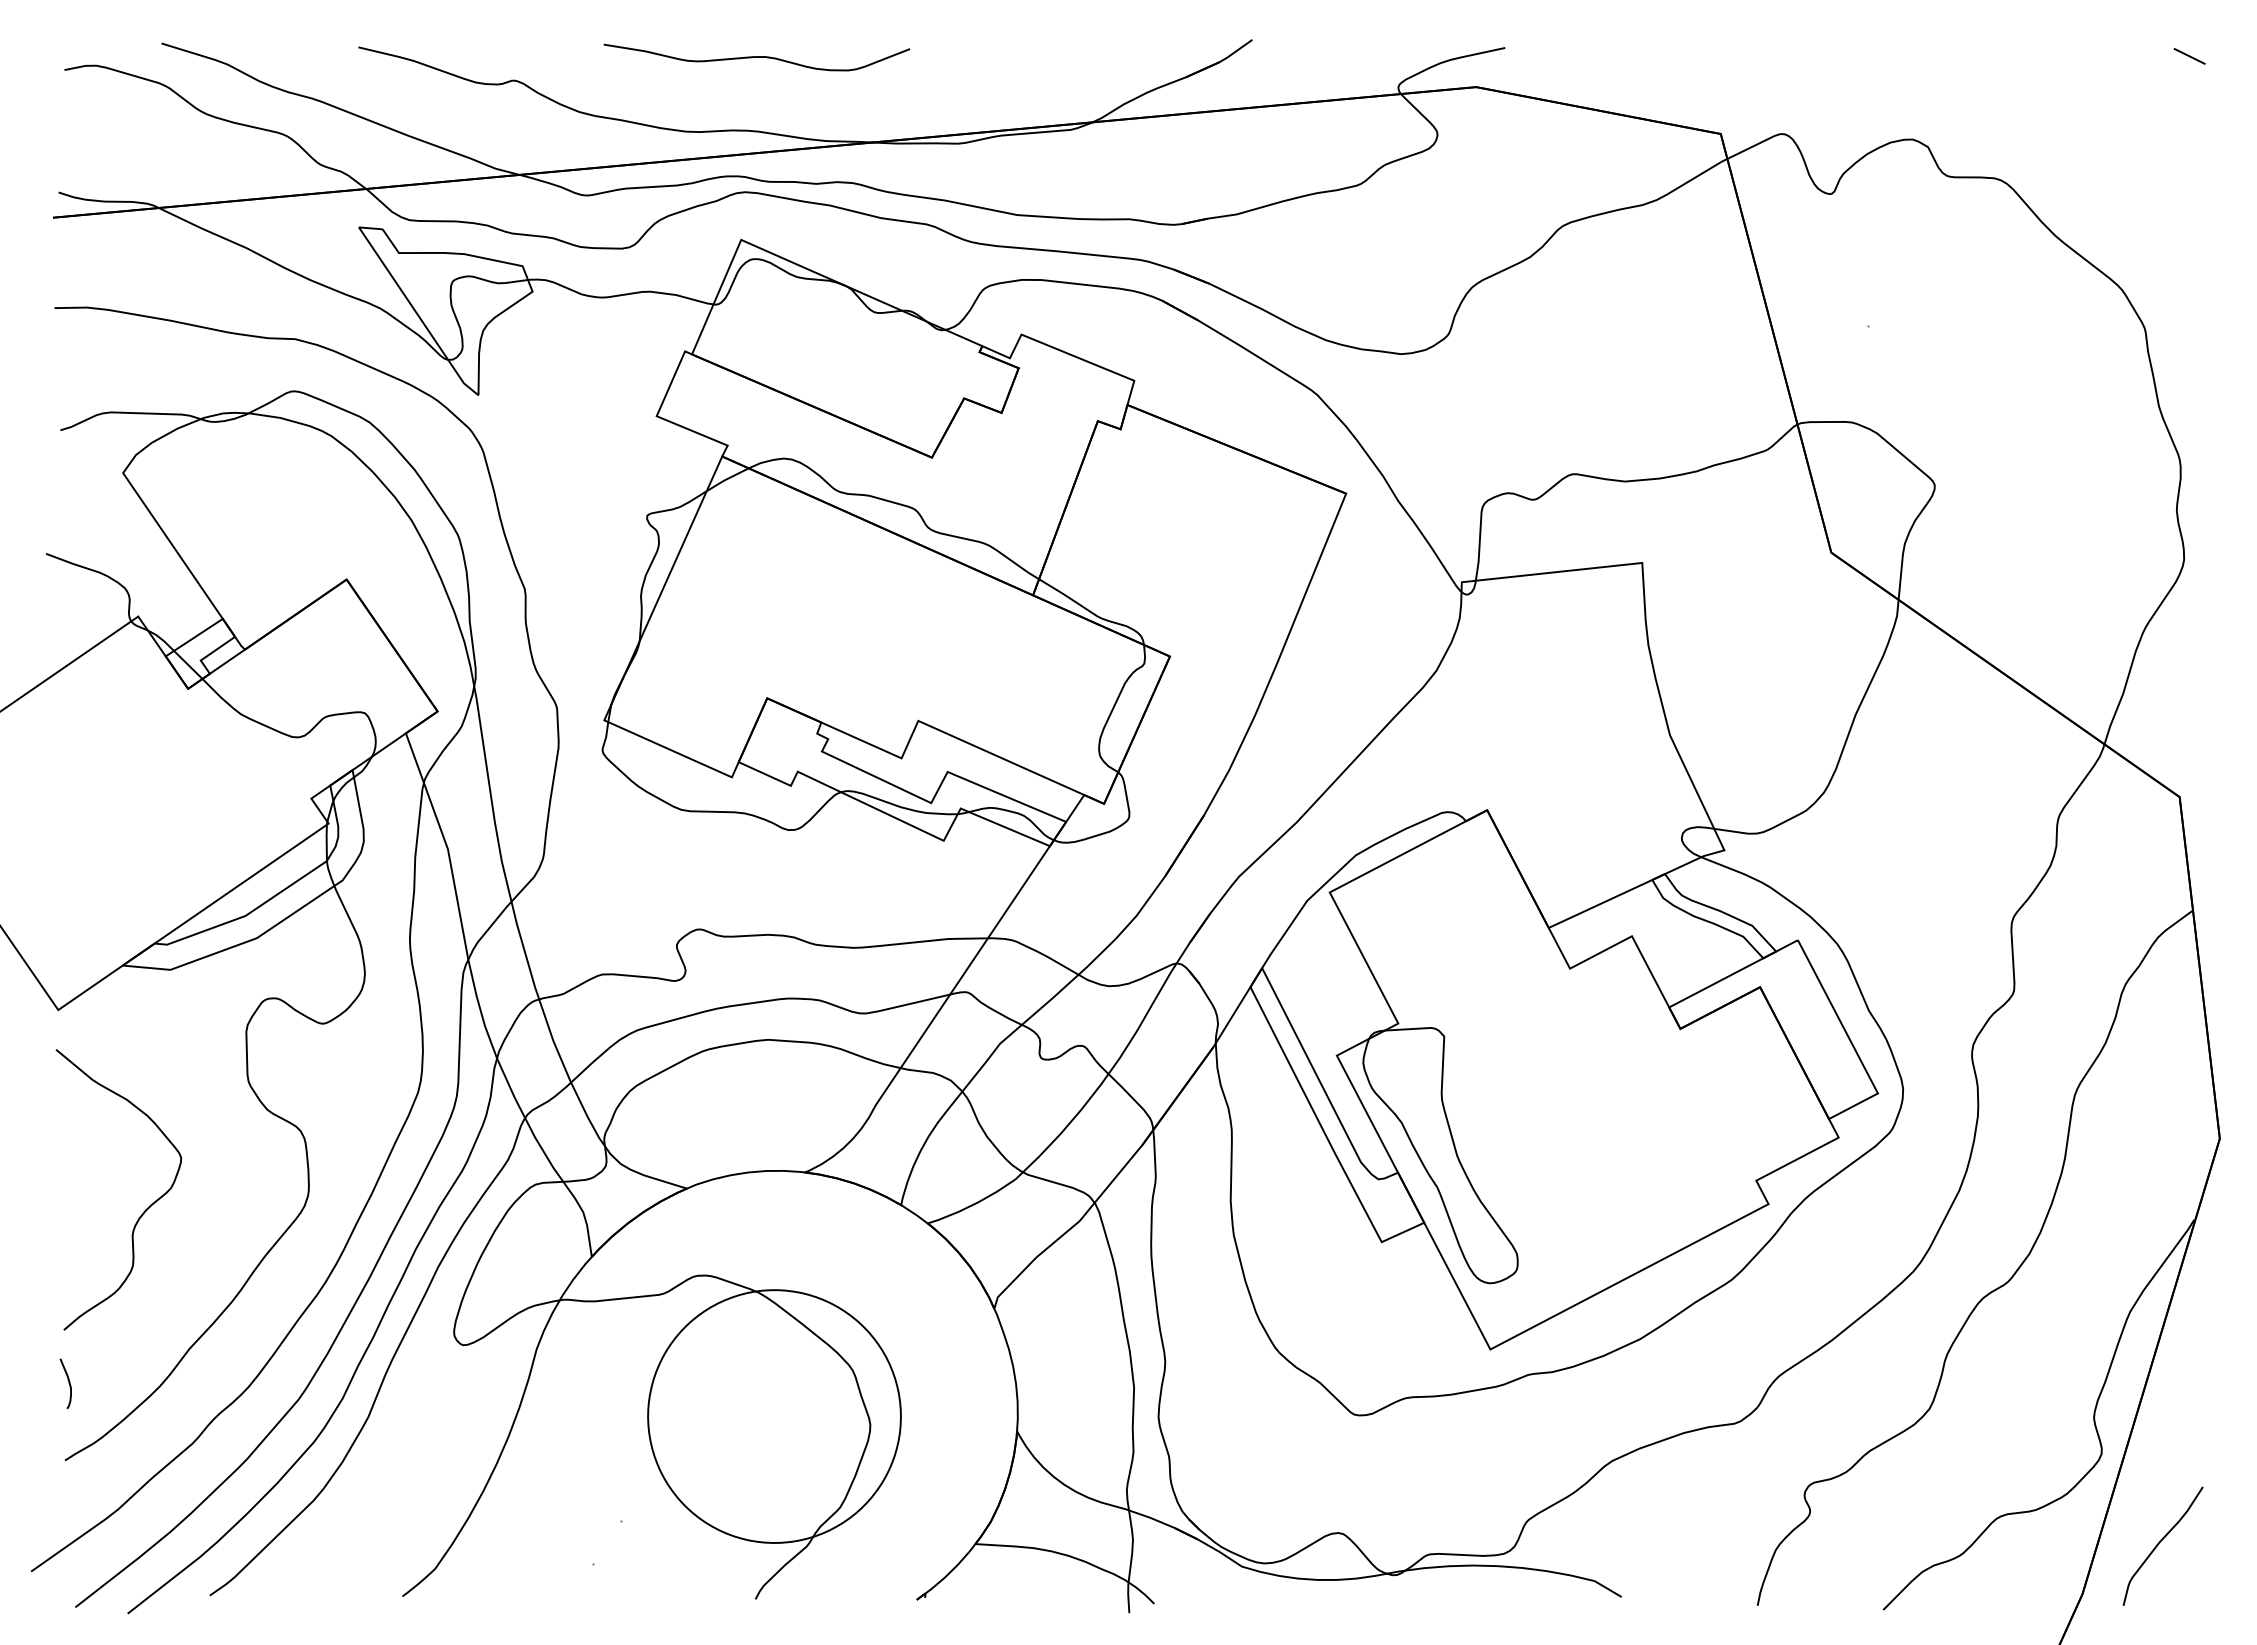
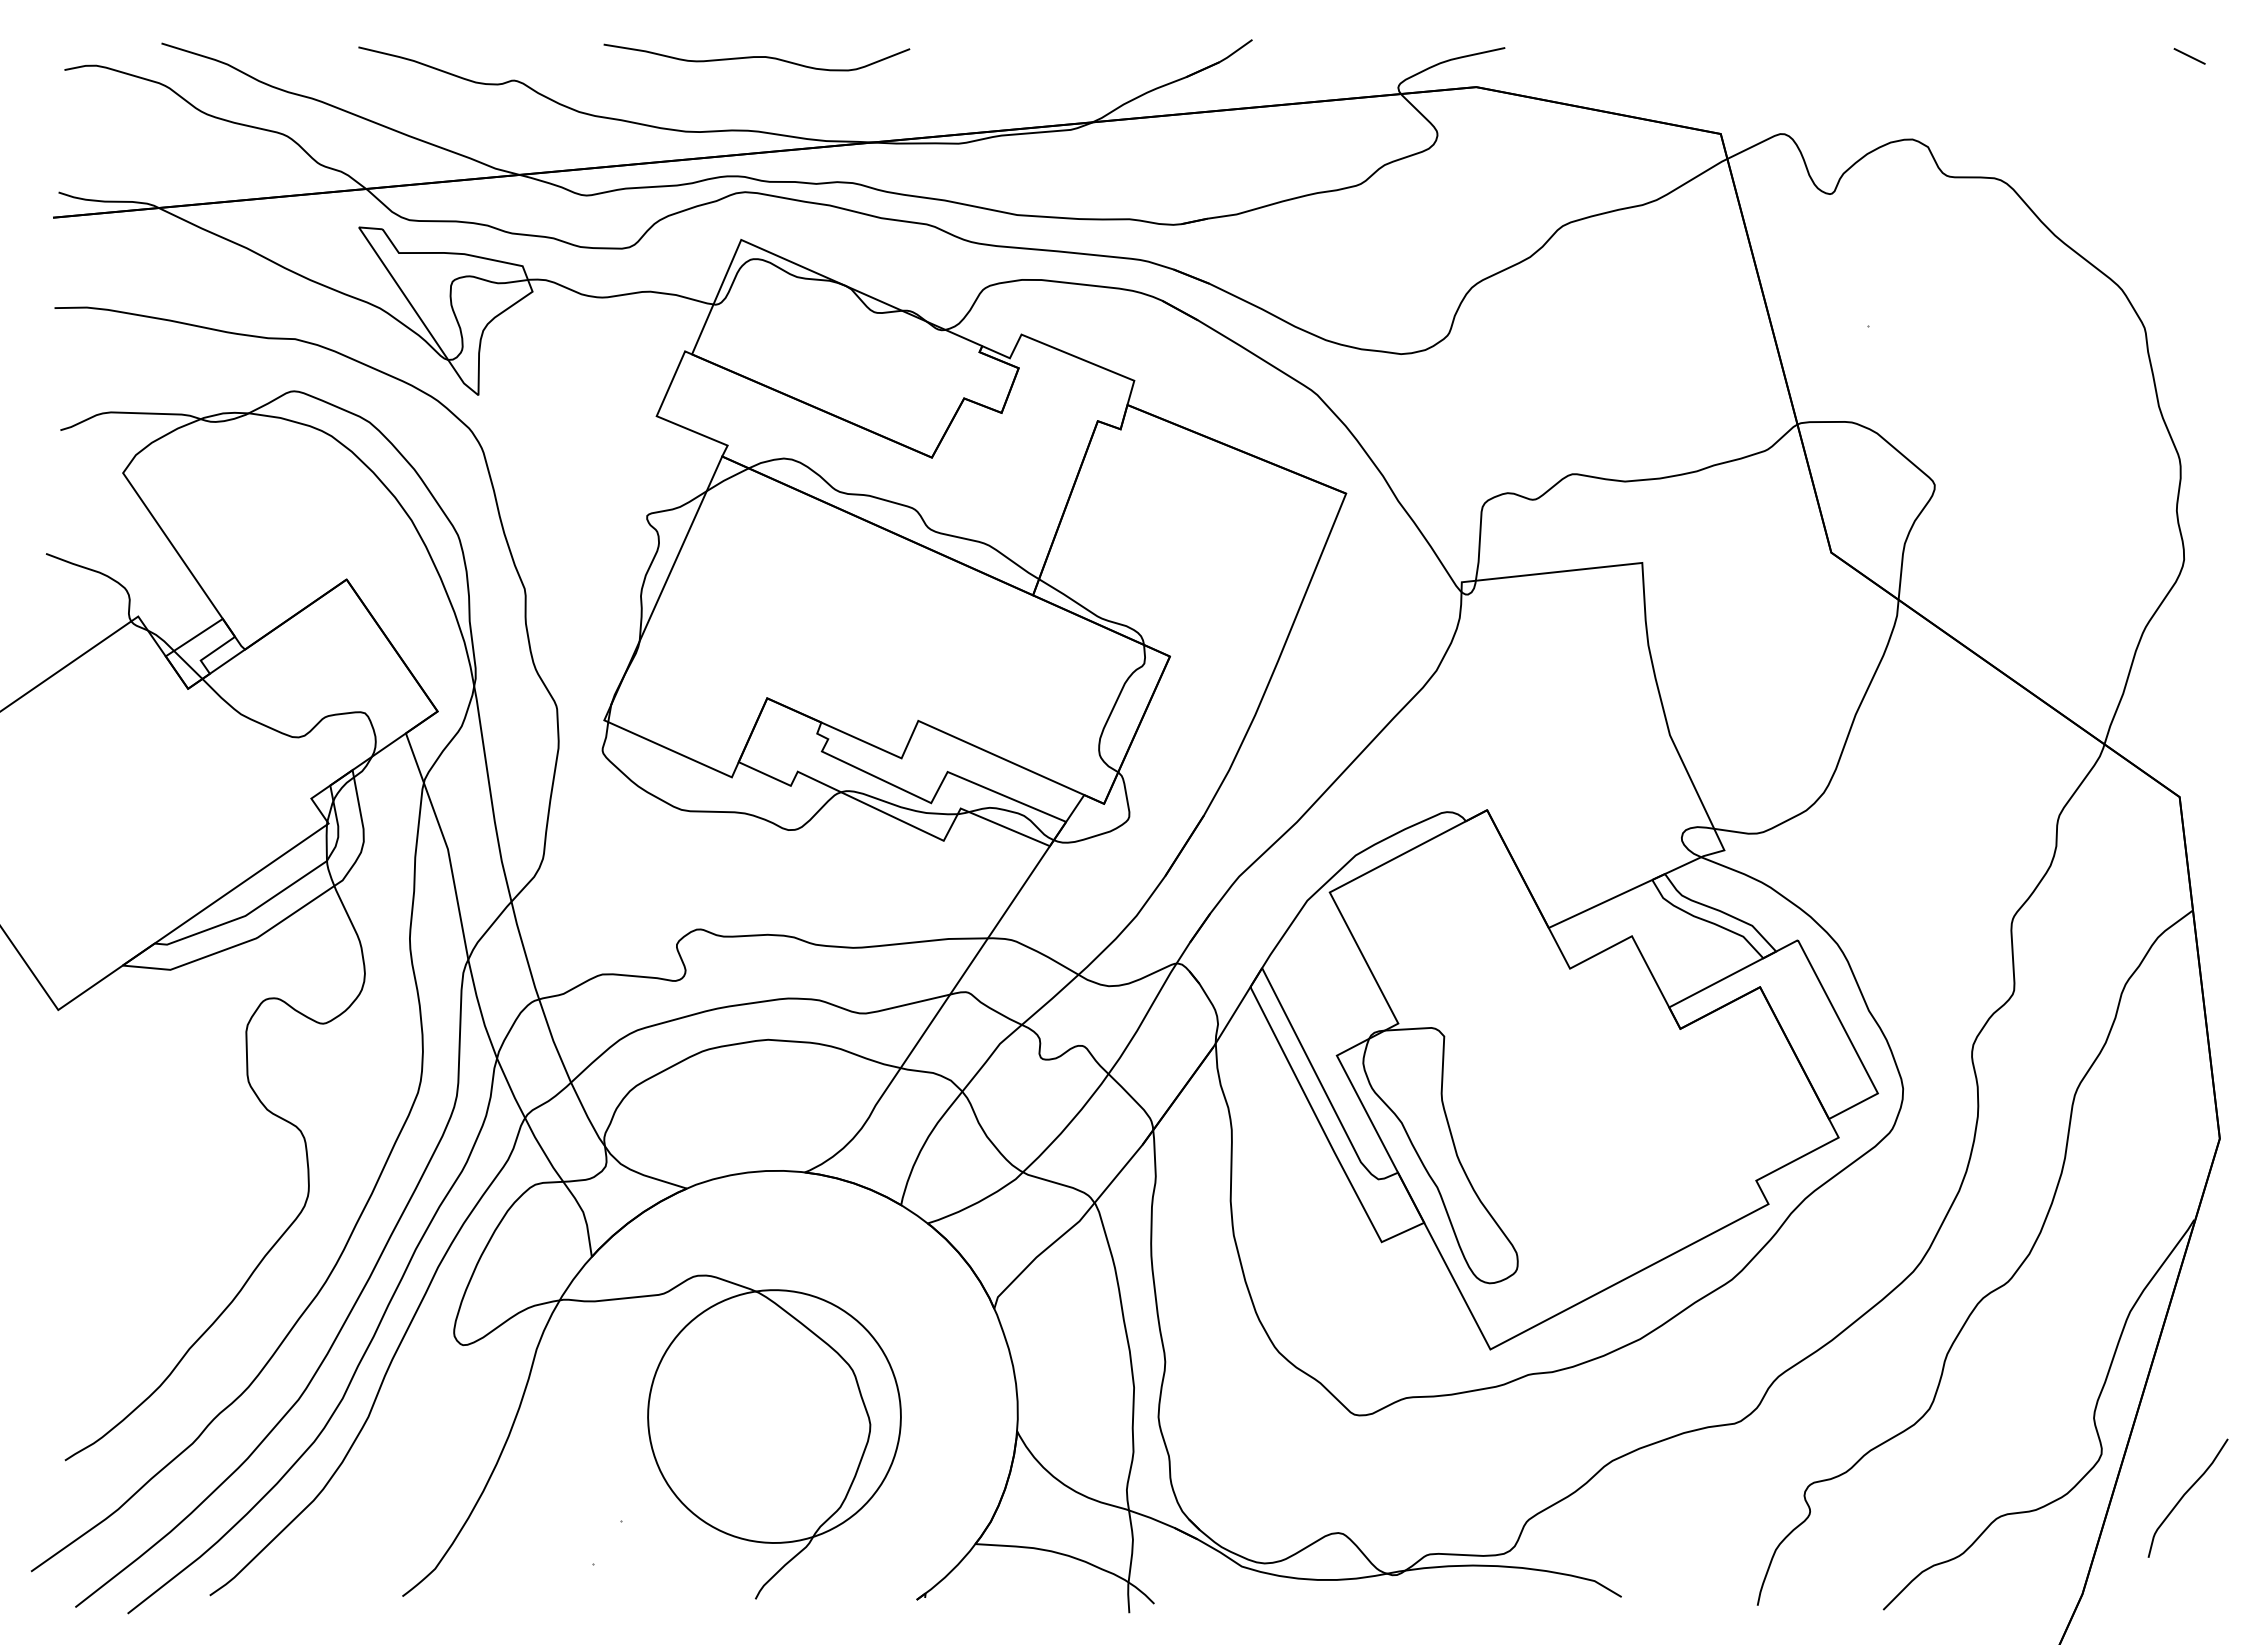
curve at (143, 1211): present -> none
curve at (68, 1383): present -> none
curve at (2159, 1544) position: (2159, 1544) -> (2184, 1496)
